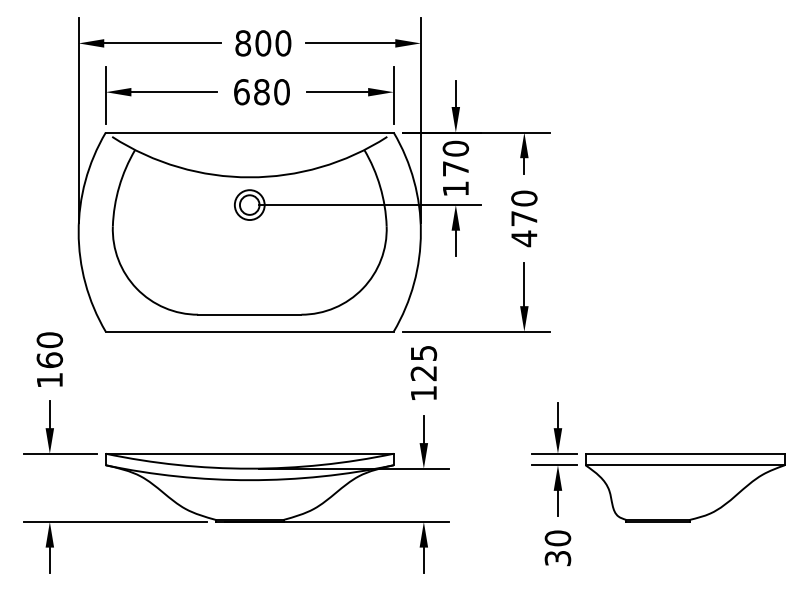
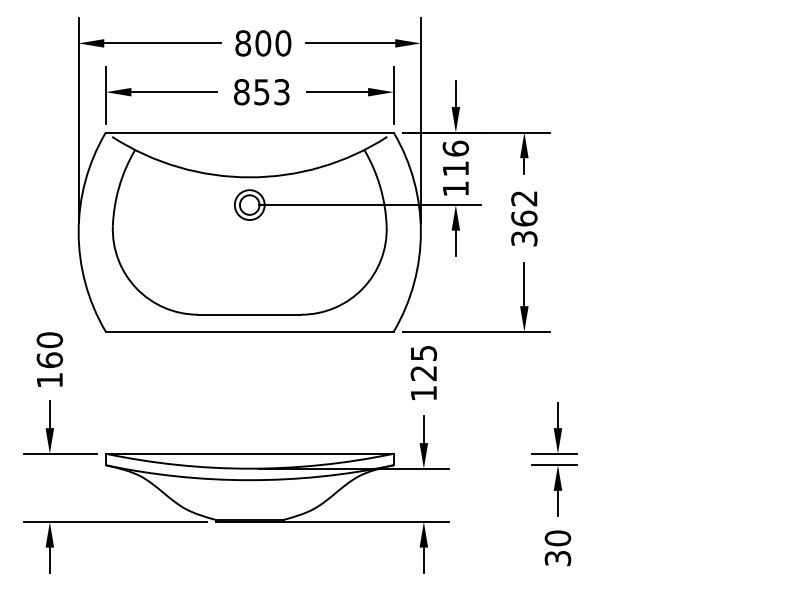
text at (261, 92): 680 -> 853
text at (455, 158): 170 -> 116
text at (524, 218): 470 -> 362
part at (685, 487): present -> none
